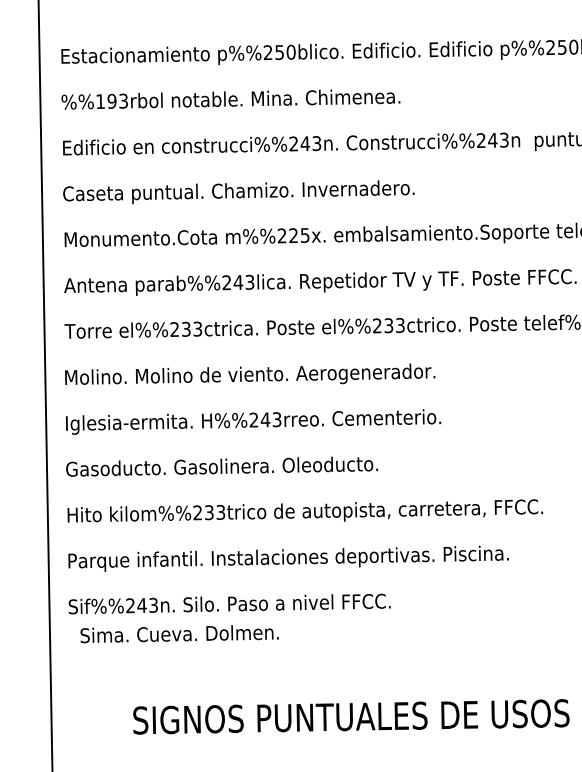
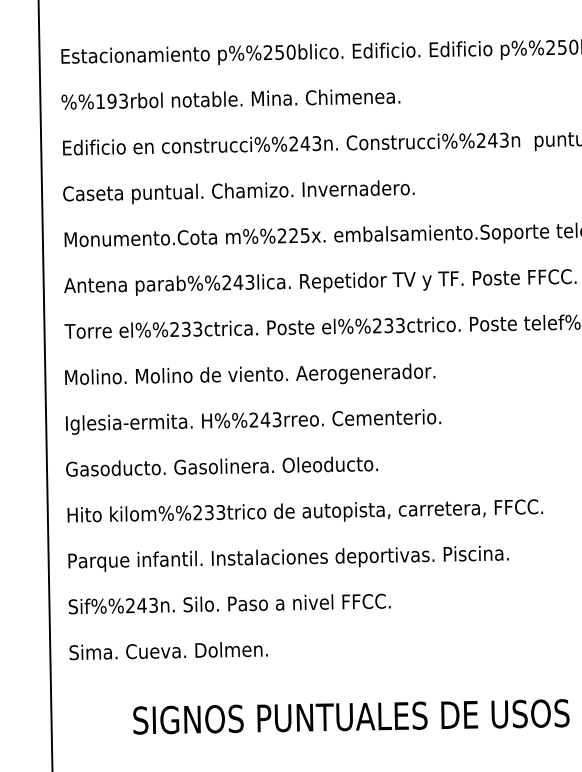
text at (179, 634) position: (179, 634) -> (168, 651)
